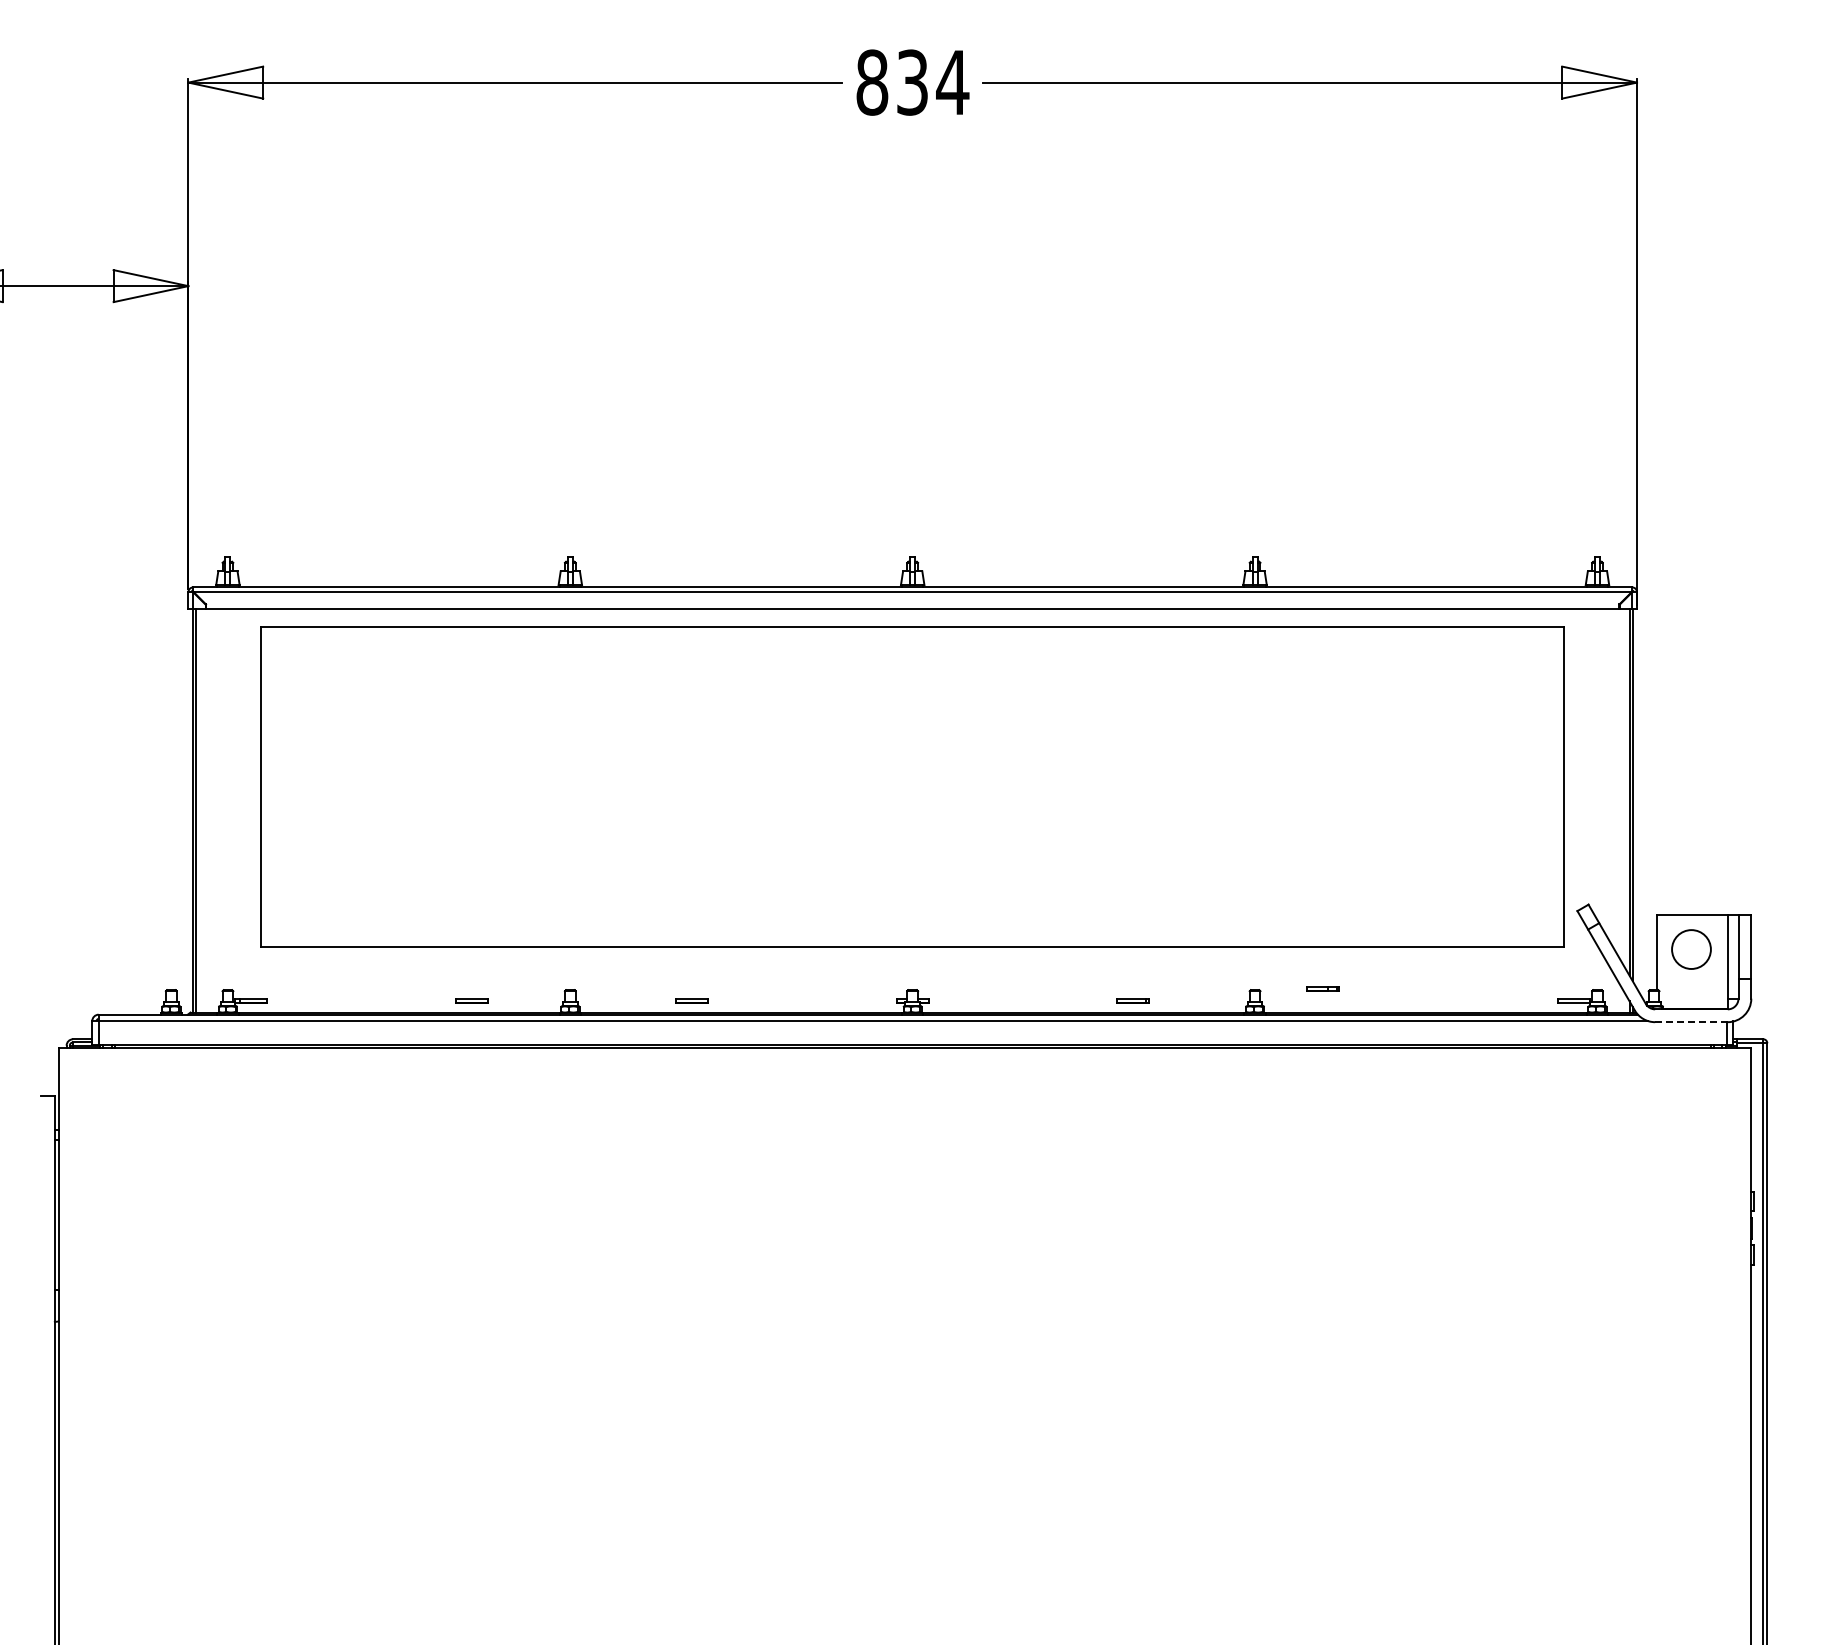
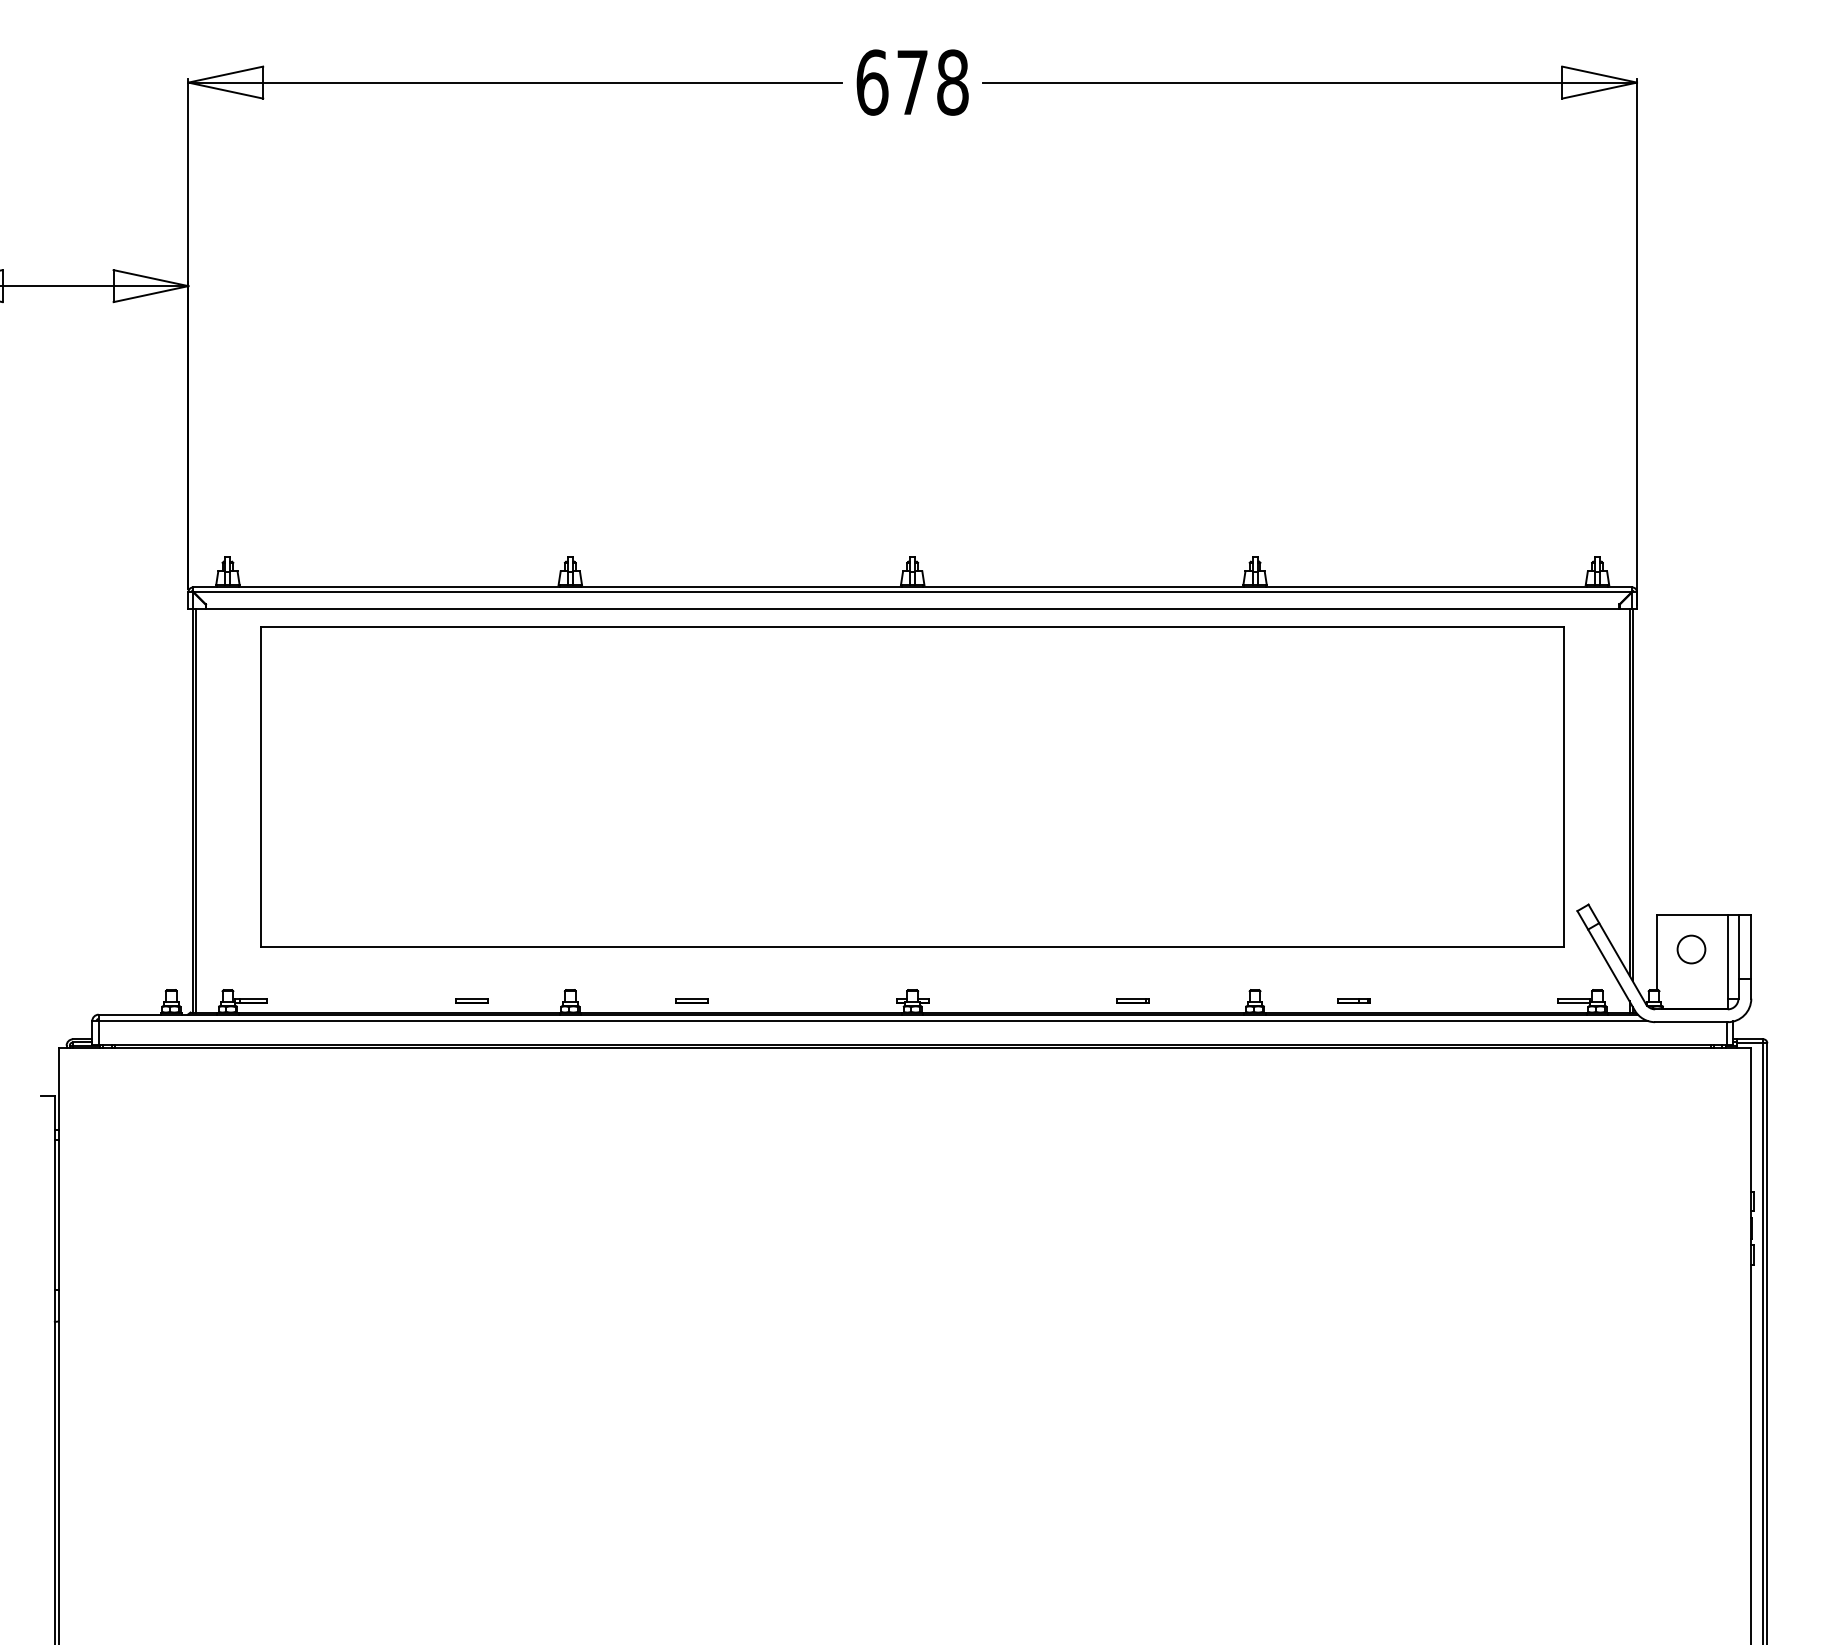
text at (912, 82): 834 -> 678
circle at (1691, 949) diameter: 39 px -> 28 px
part at (1322, 988) position: (1322, 988) -> (1353, 1000)
line at (1690, 1022): dashed -> solid
